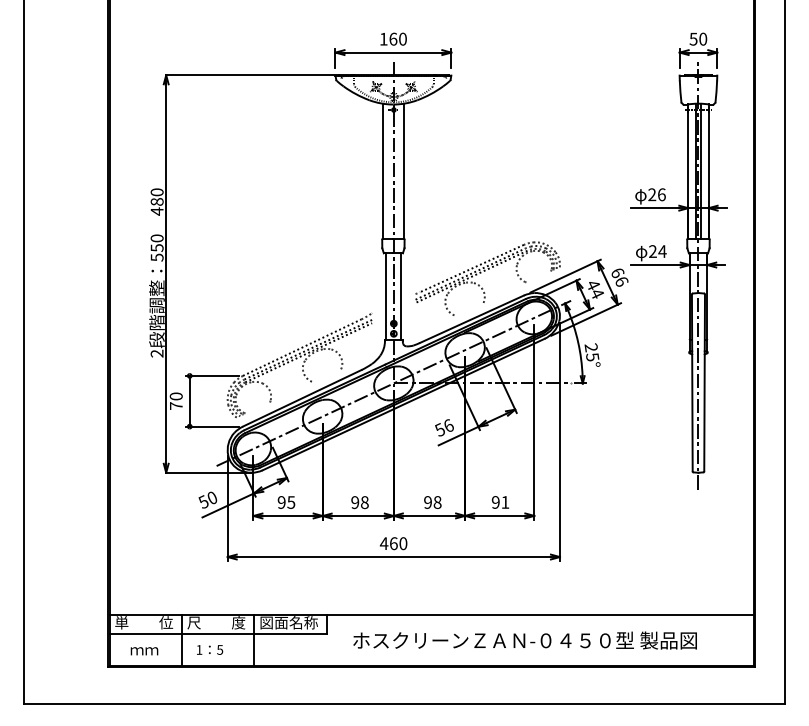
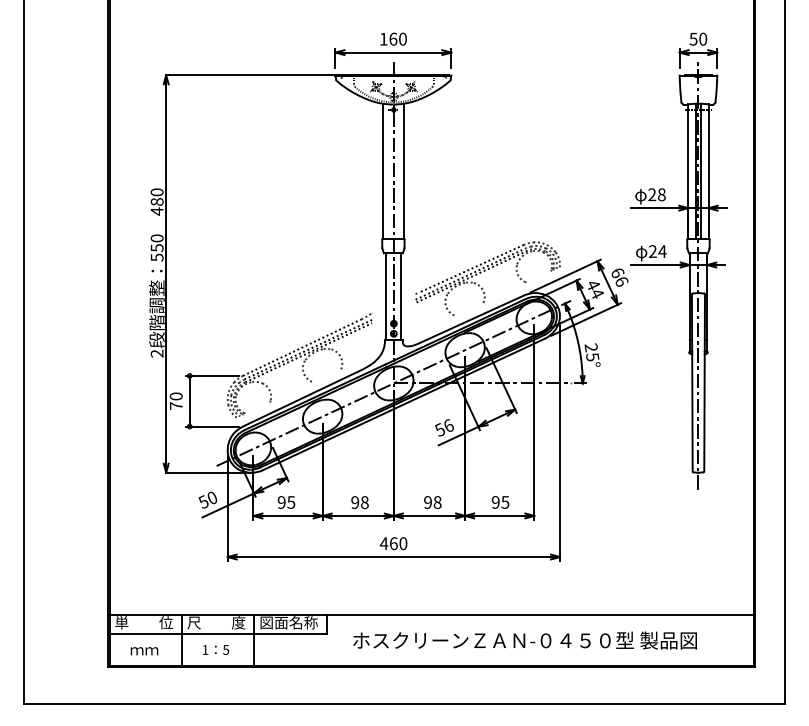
text at (661, 194): 26 -> 28
text at (505, 502): 91 -> 95
text at (210, 649) position: (210, 649) -> (216, 649)
